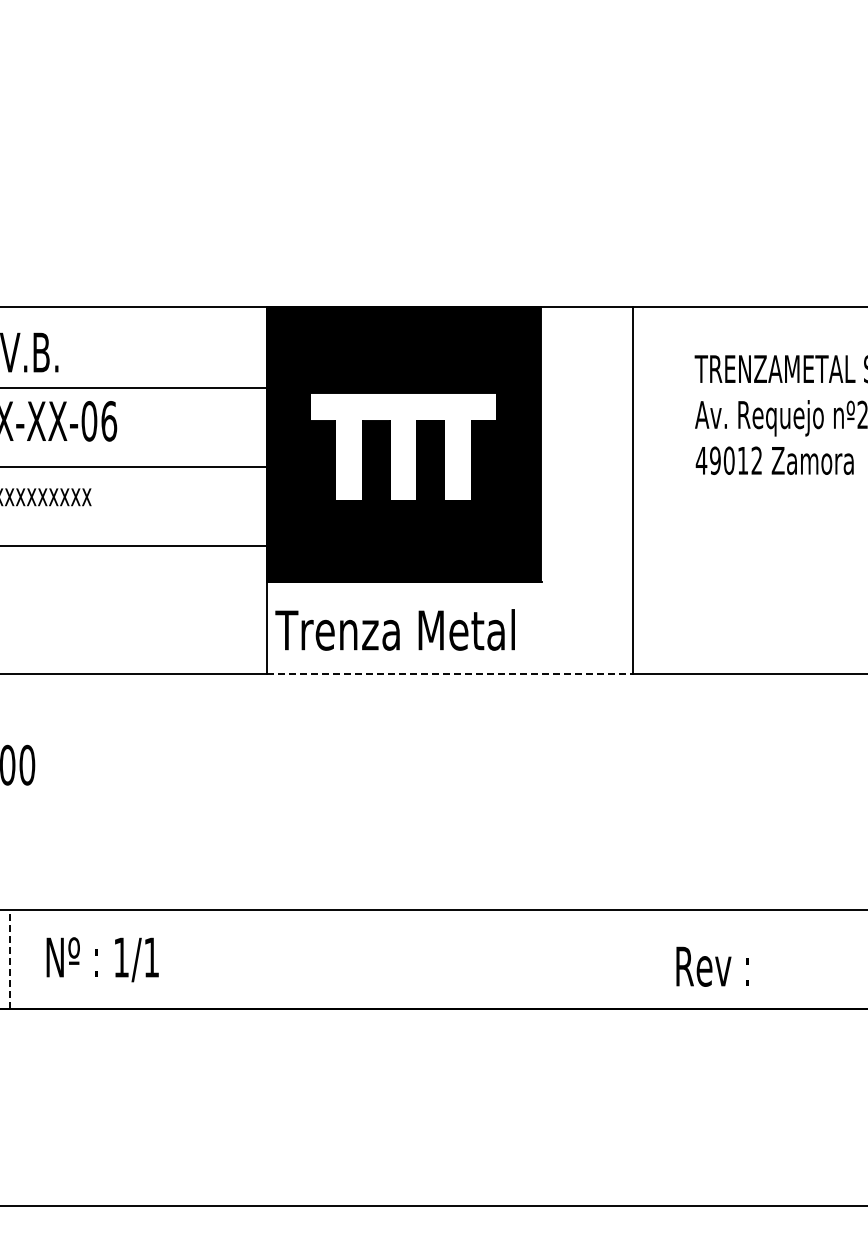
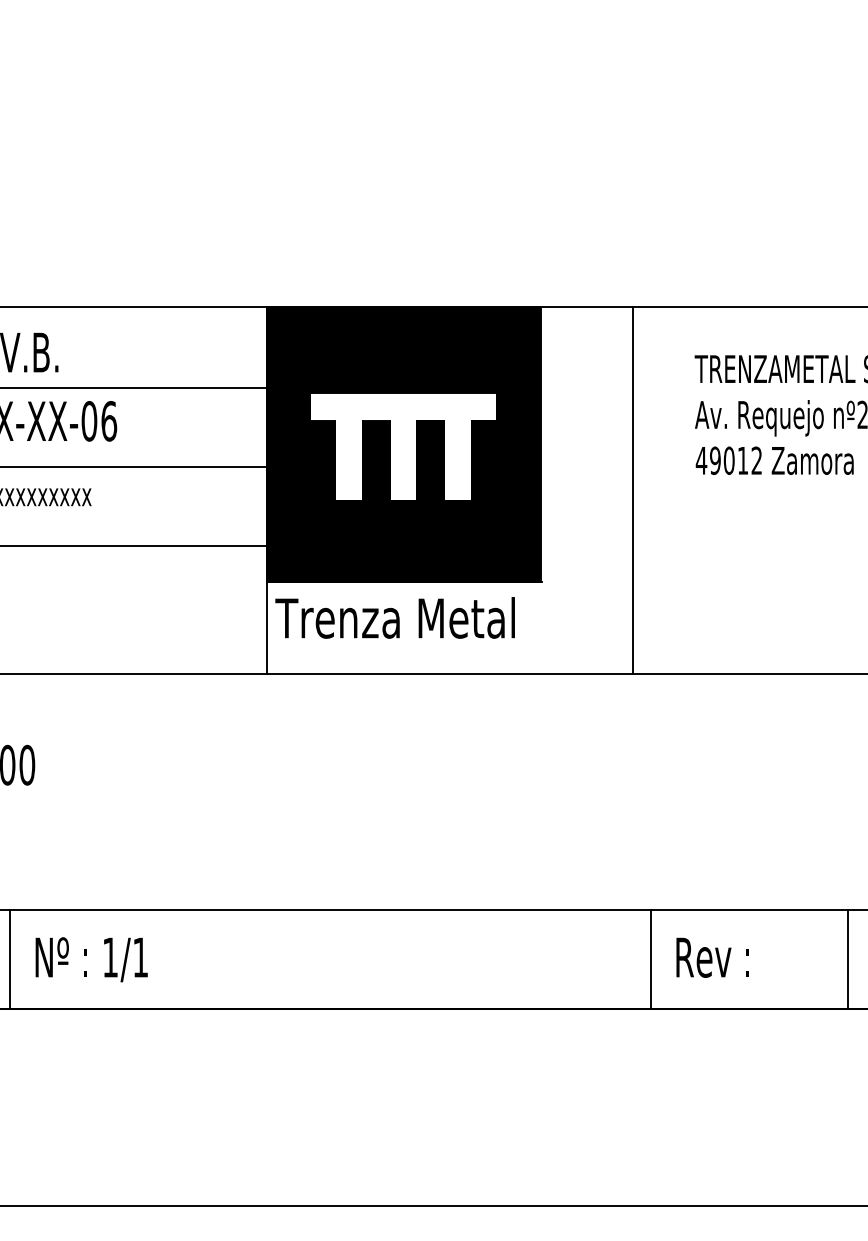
text at (394, 629) position: (394, 629) -> (394, 617)
line at (450, 673): dashed -> solid
line at (10, 959): dashed -> solid
text at (102, 959) position: (102, 959) -> (91, 959)
line at (651, 959): none -> present
line at (848, 959): none -> present
text at (712, 966) position: (712, 966) -> (712, 957)
